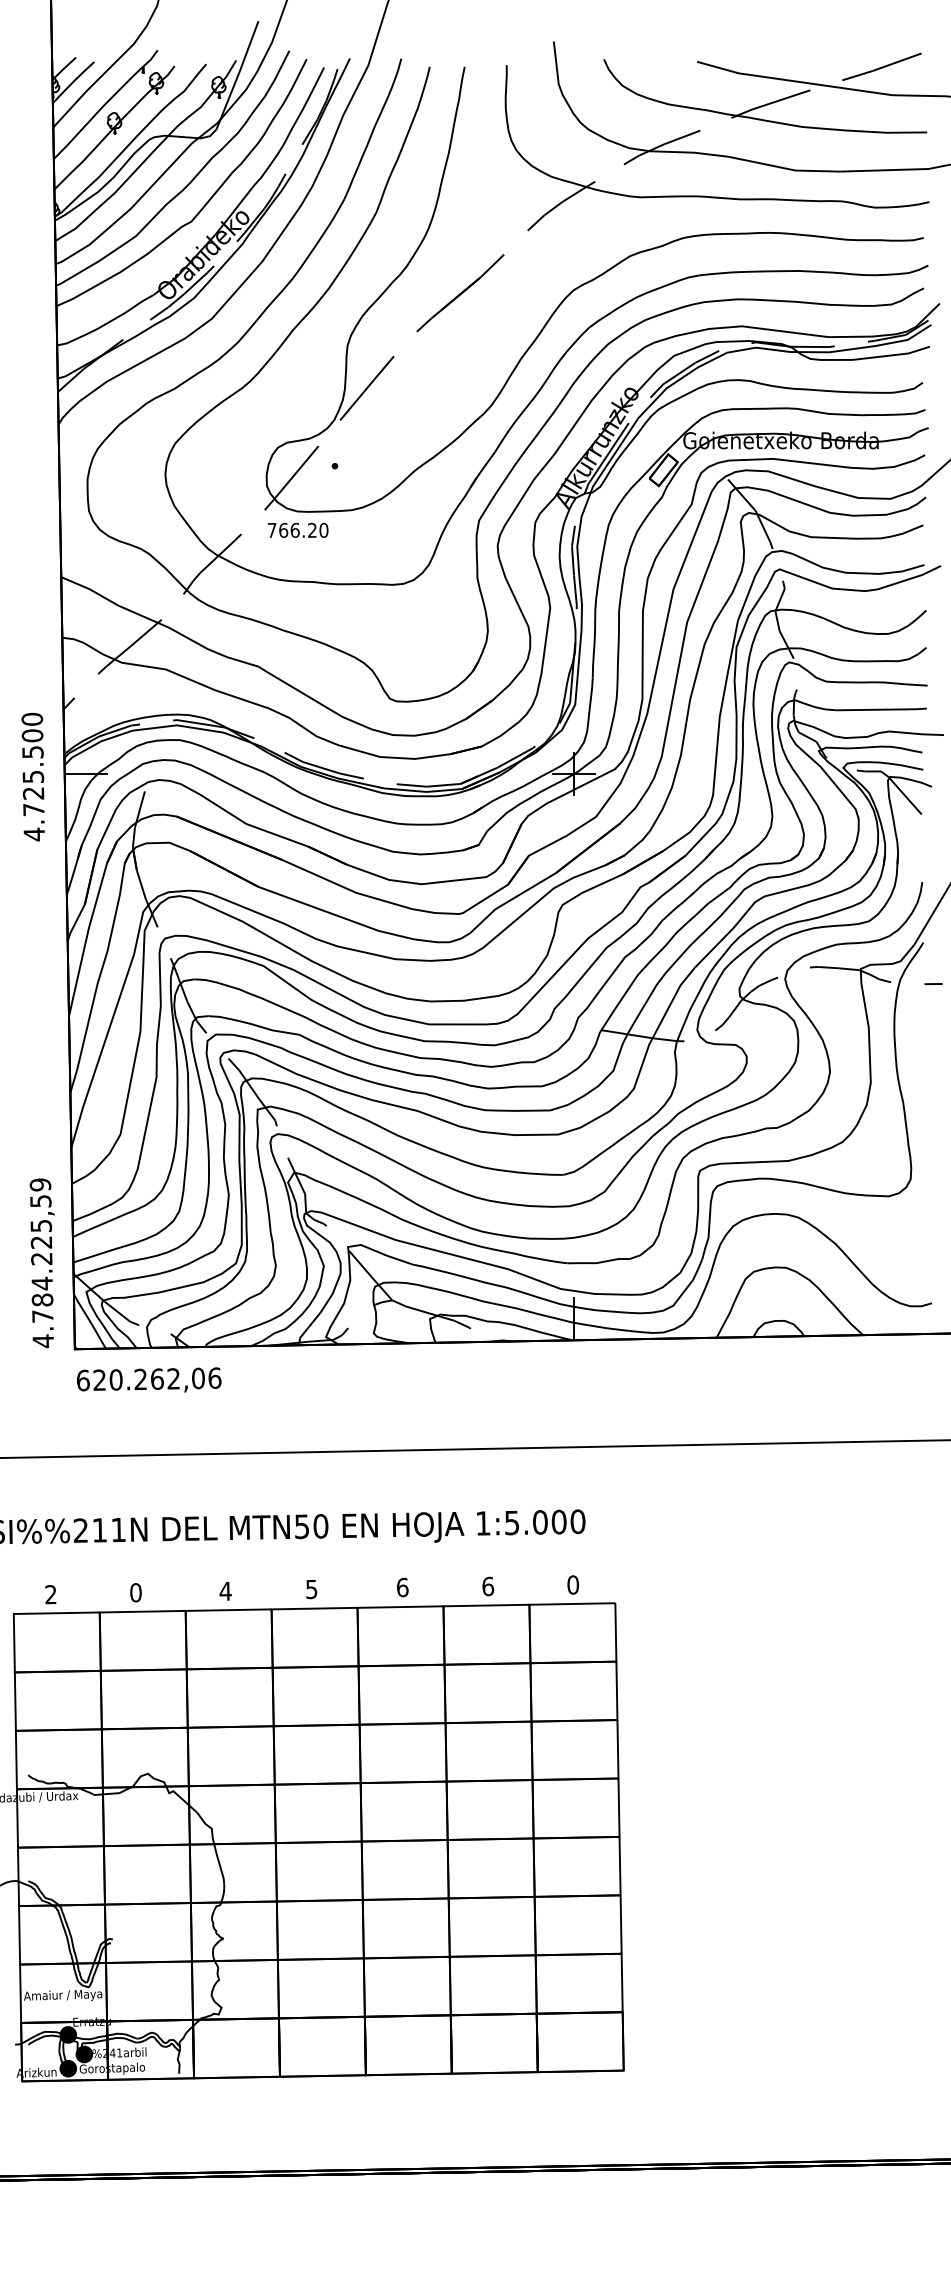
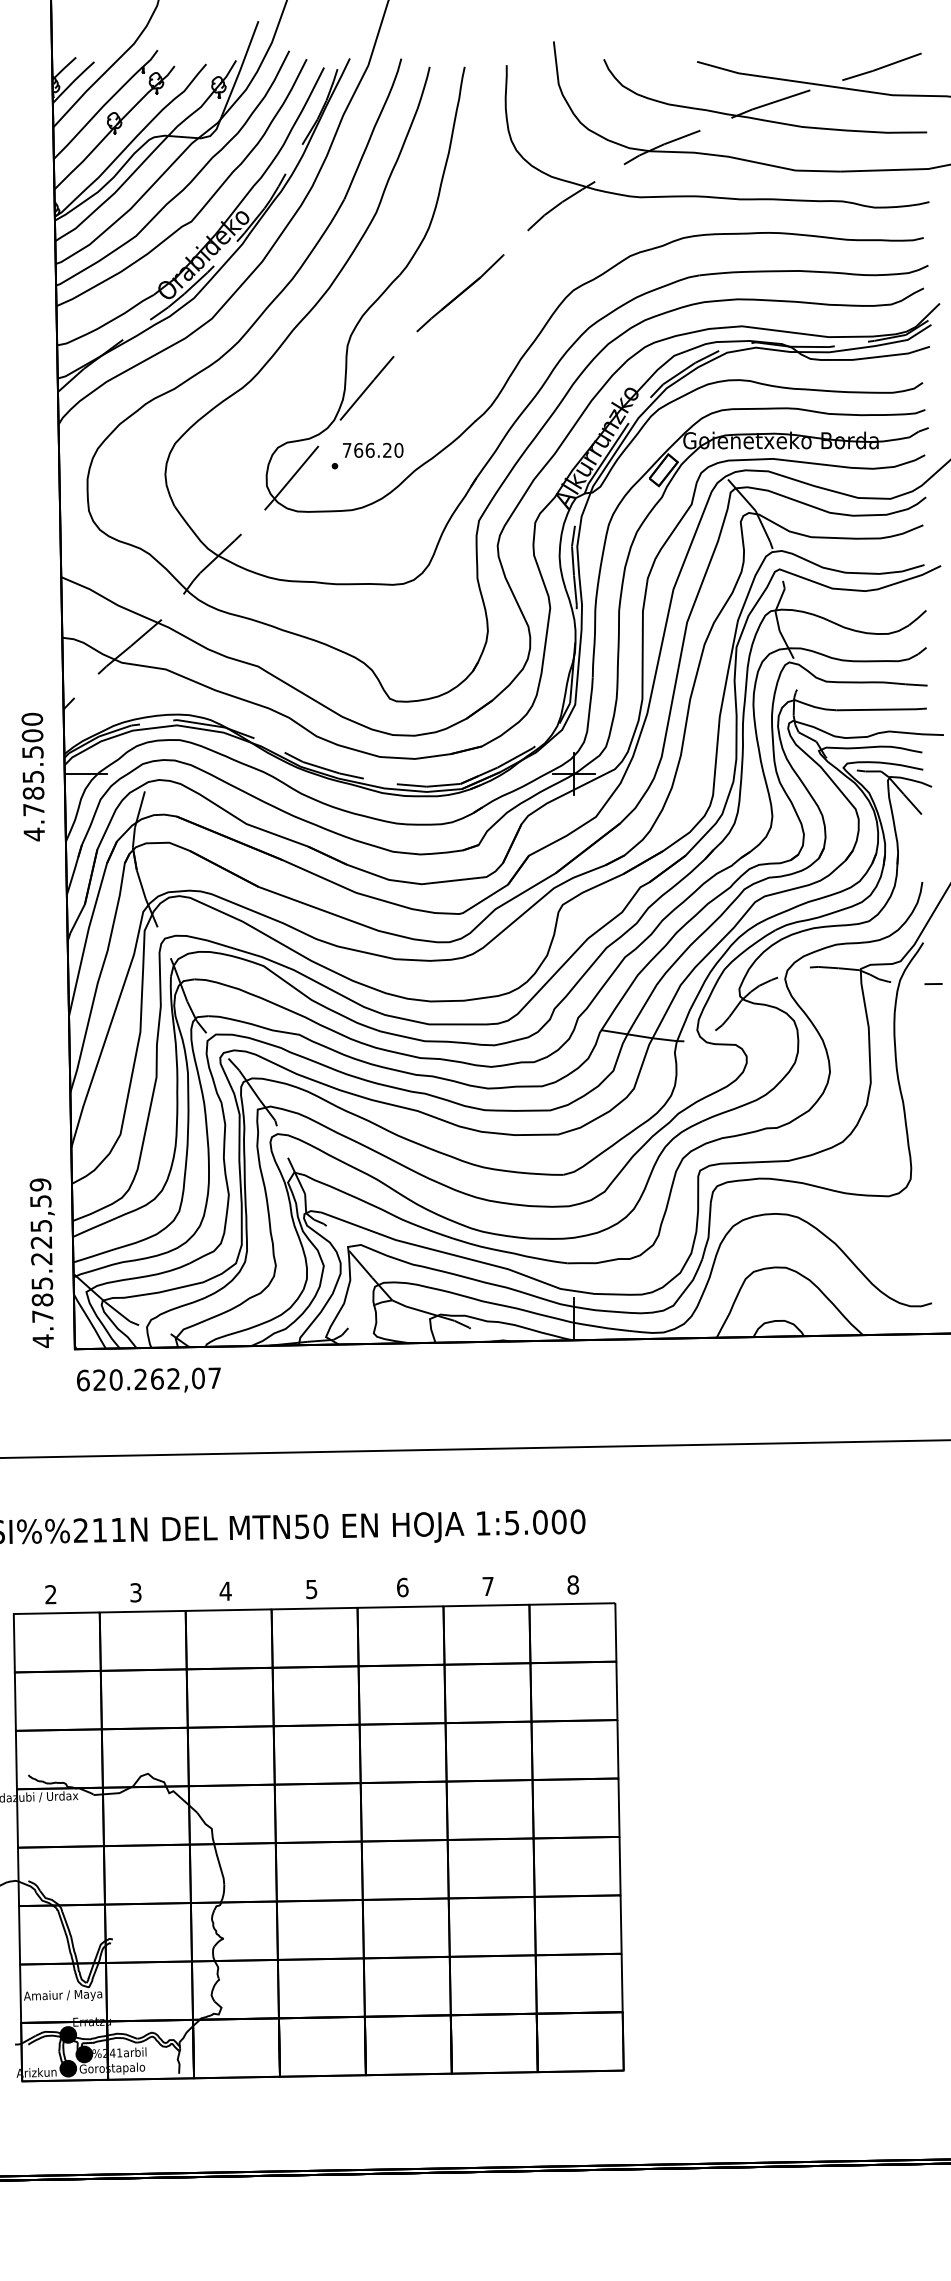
text at (298, 529) position: (298, 529) -> (373, 449)
text at (33, 792): 4.725.500 -> 4.785.500
text at (42, 1283): 4.784.225,59 -> 4.785.225,59
text at (214, 1377): 620.262,06 -> 620.262,07
text at (573, 1584): 0 -> 8
text at (488, 1586): 6 -> 7
text at (135, 1592): 0 -> 3
